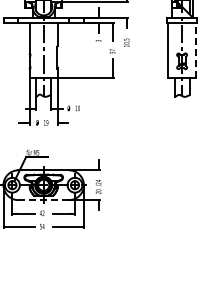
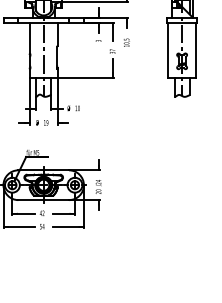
line at (196, 50): dashed -> solid
line at (44, 200): dashed -> solid
